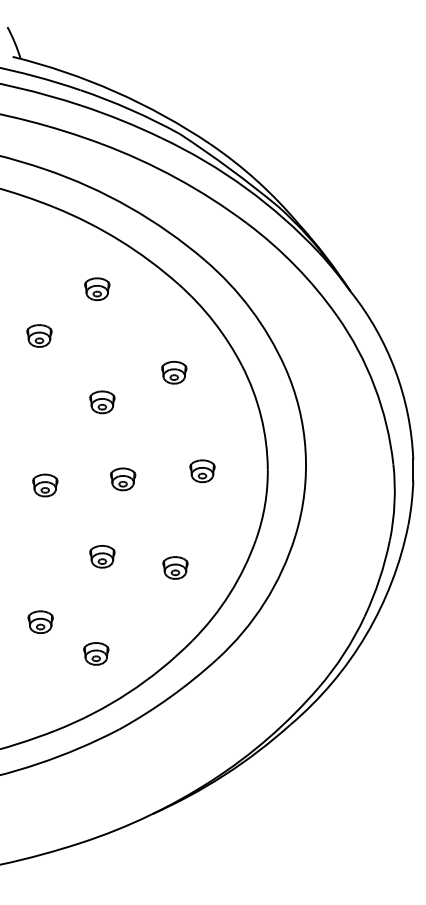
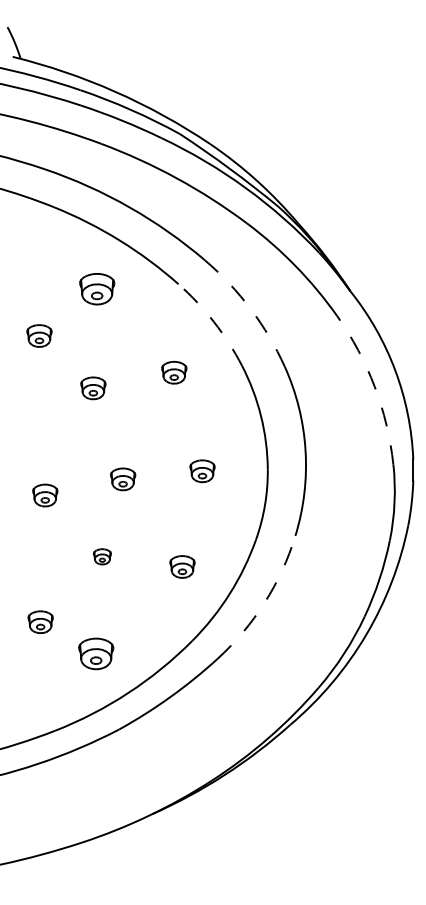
part at (97, 289) size: 27x25 px -> 37x33 px
arc at (250, 309): solid -> dashed
arc at (214, 322): solid -> dashed
arc at (374, 386): solid -> dashed
part at (102, 402) position: (102, 402) -> (93, 388)
part at (45, 485) position: (45, 485) -> (45, 495)
part at (102, 556) size: 27x24 px -> 19x18 px
part at (175, 567) position: (175, 567) -> (182, 566)
arc at (264, 602): solid -> dashed
part at (96, 653) size: 27x24 px -> 37x34 px
